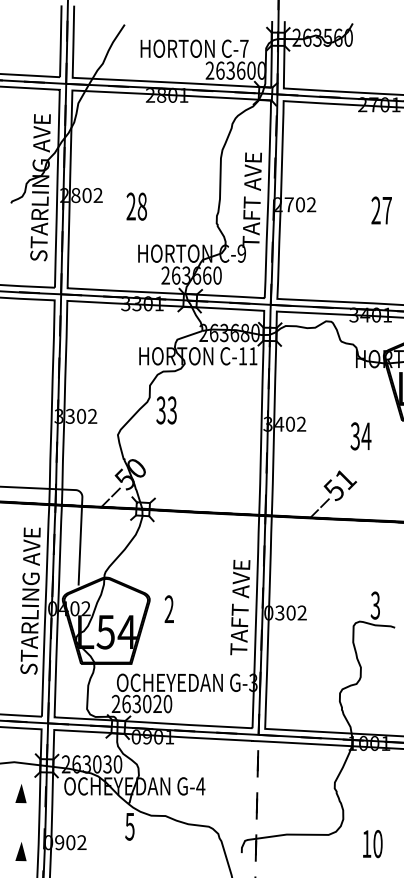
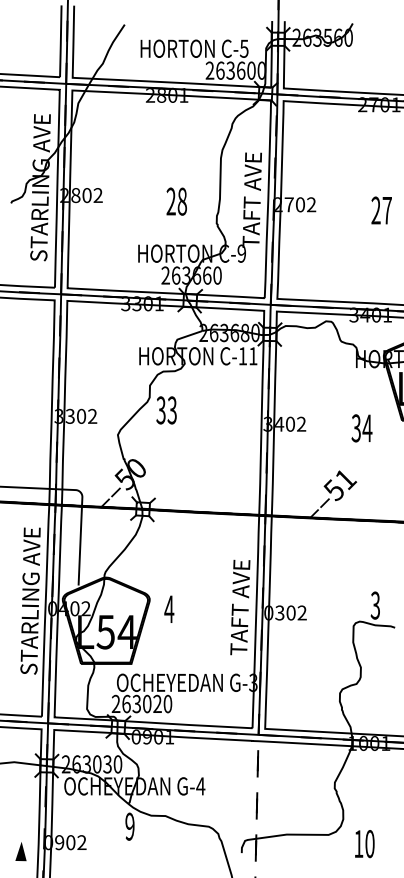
text at (243, 48): C-7 -> C-5
text at (136, 206) position: (136, 206) -> (176, 201)
text at (360, 436) position: (360, 436) -> (361, 428)
text at (169, 608): 2 -> 4
part at (20, 793): present -> none
text at (129, 826): 5 -> 9
text at (372, 844) position: (372, 844) -> (364, 844)
